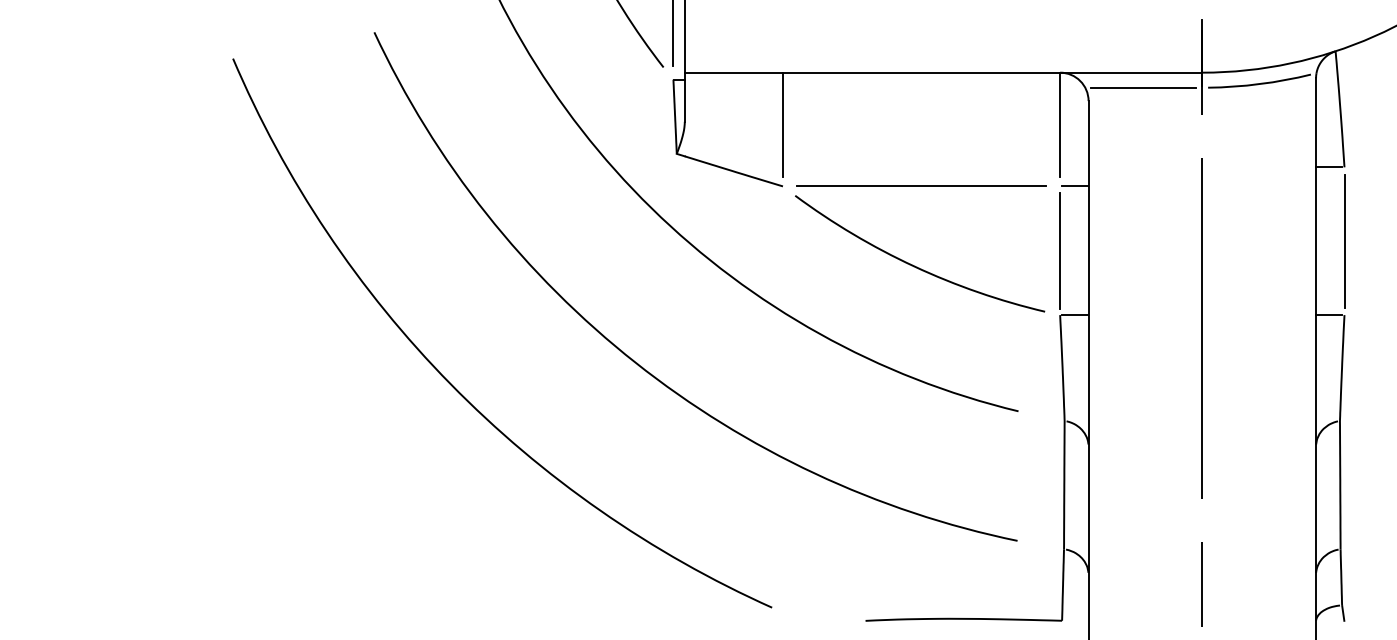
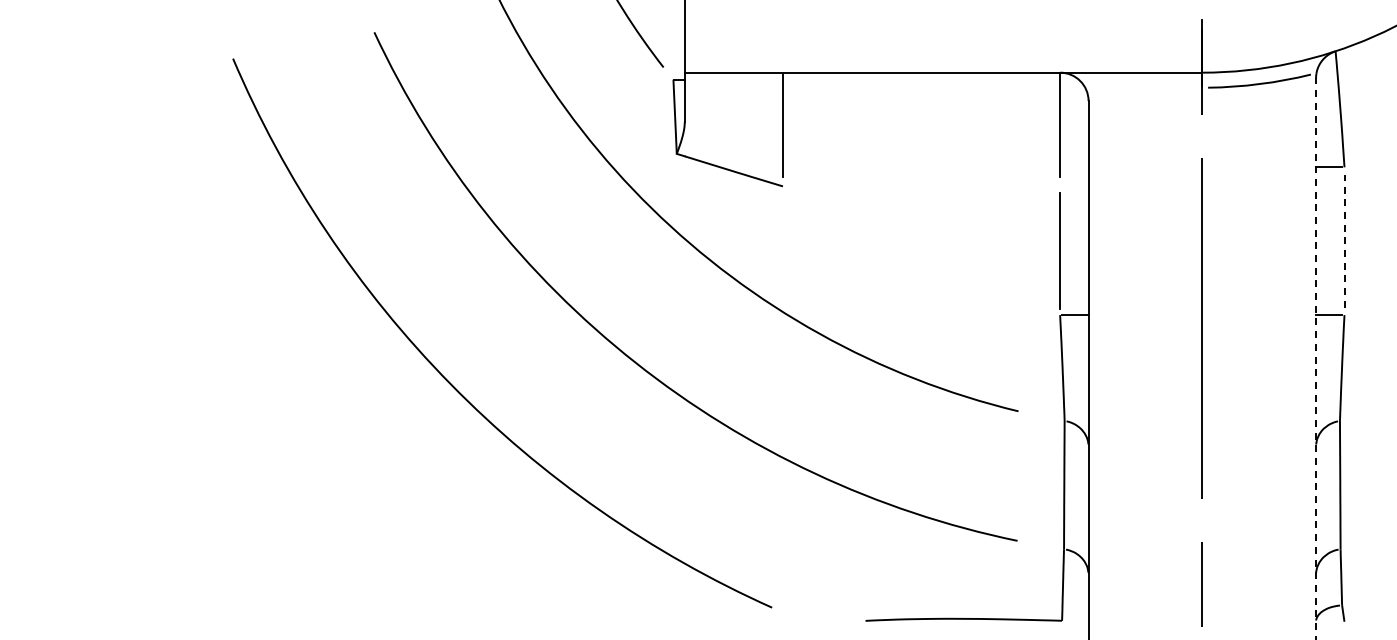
line at (673, 33): present -> none
line at (1143, 87): present -> none
line at (921, 186): present -> none
line at (1075, 186): present -> none
line at (1344, 240): solid -> dashed
arc at (917, 266): present -> none
line at (1316, 359): solid -> dashed
